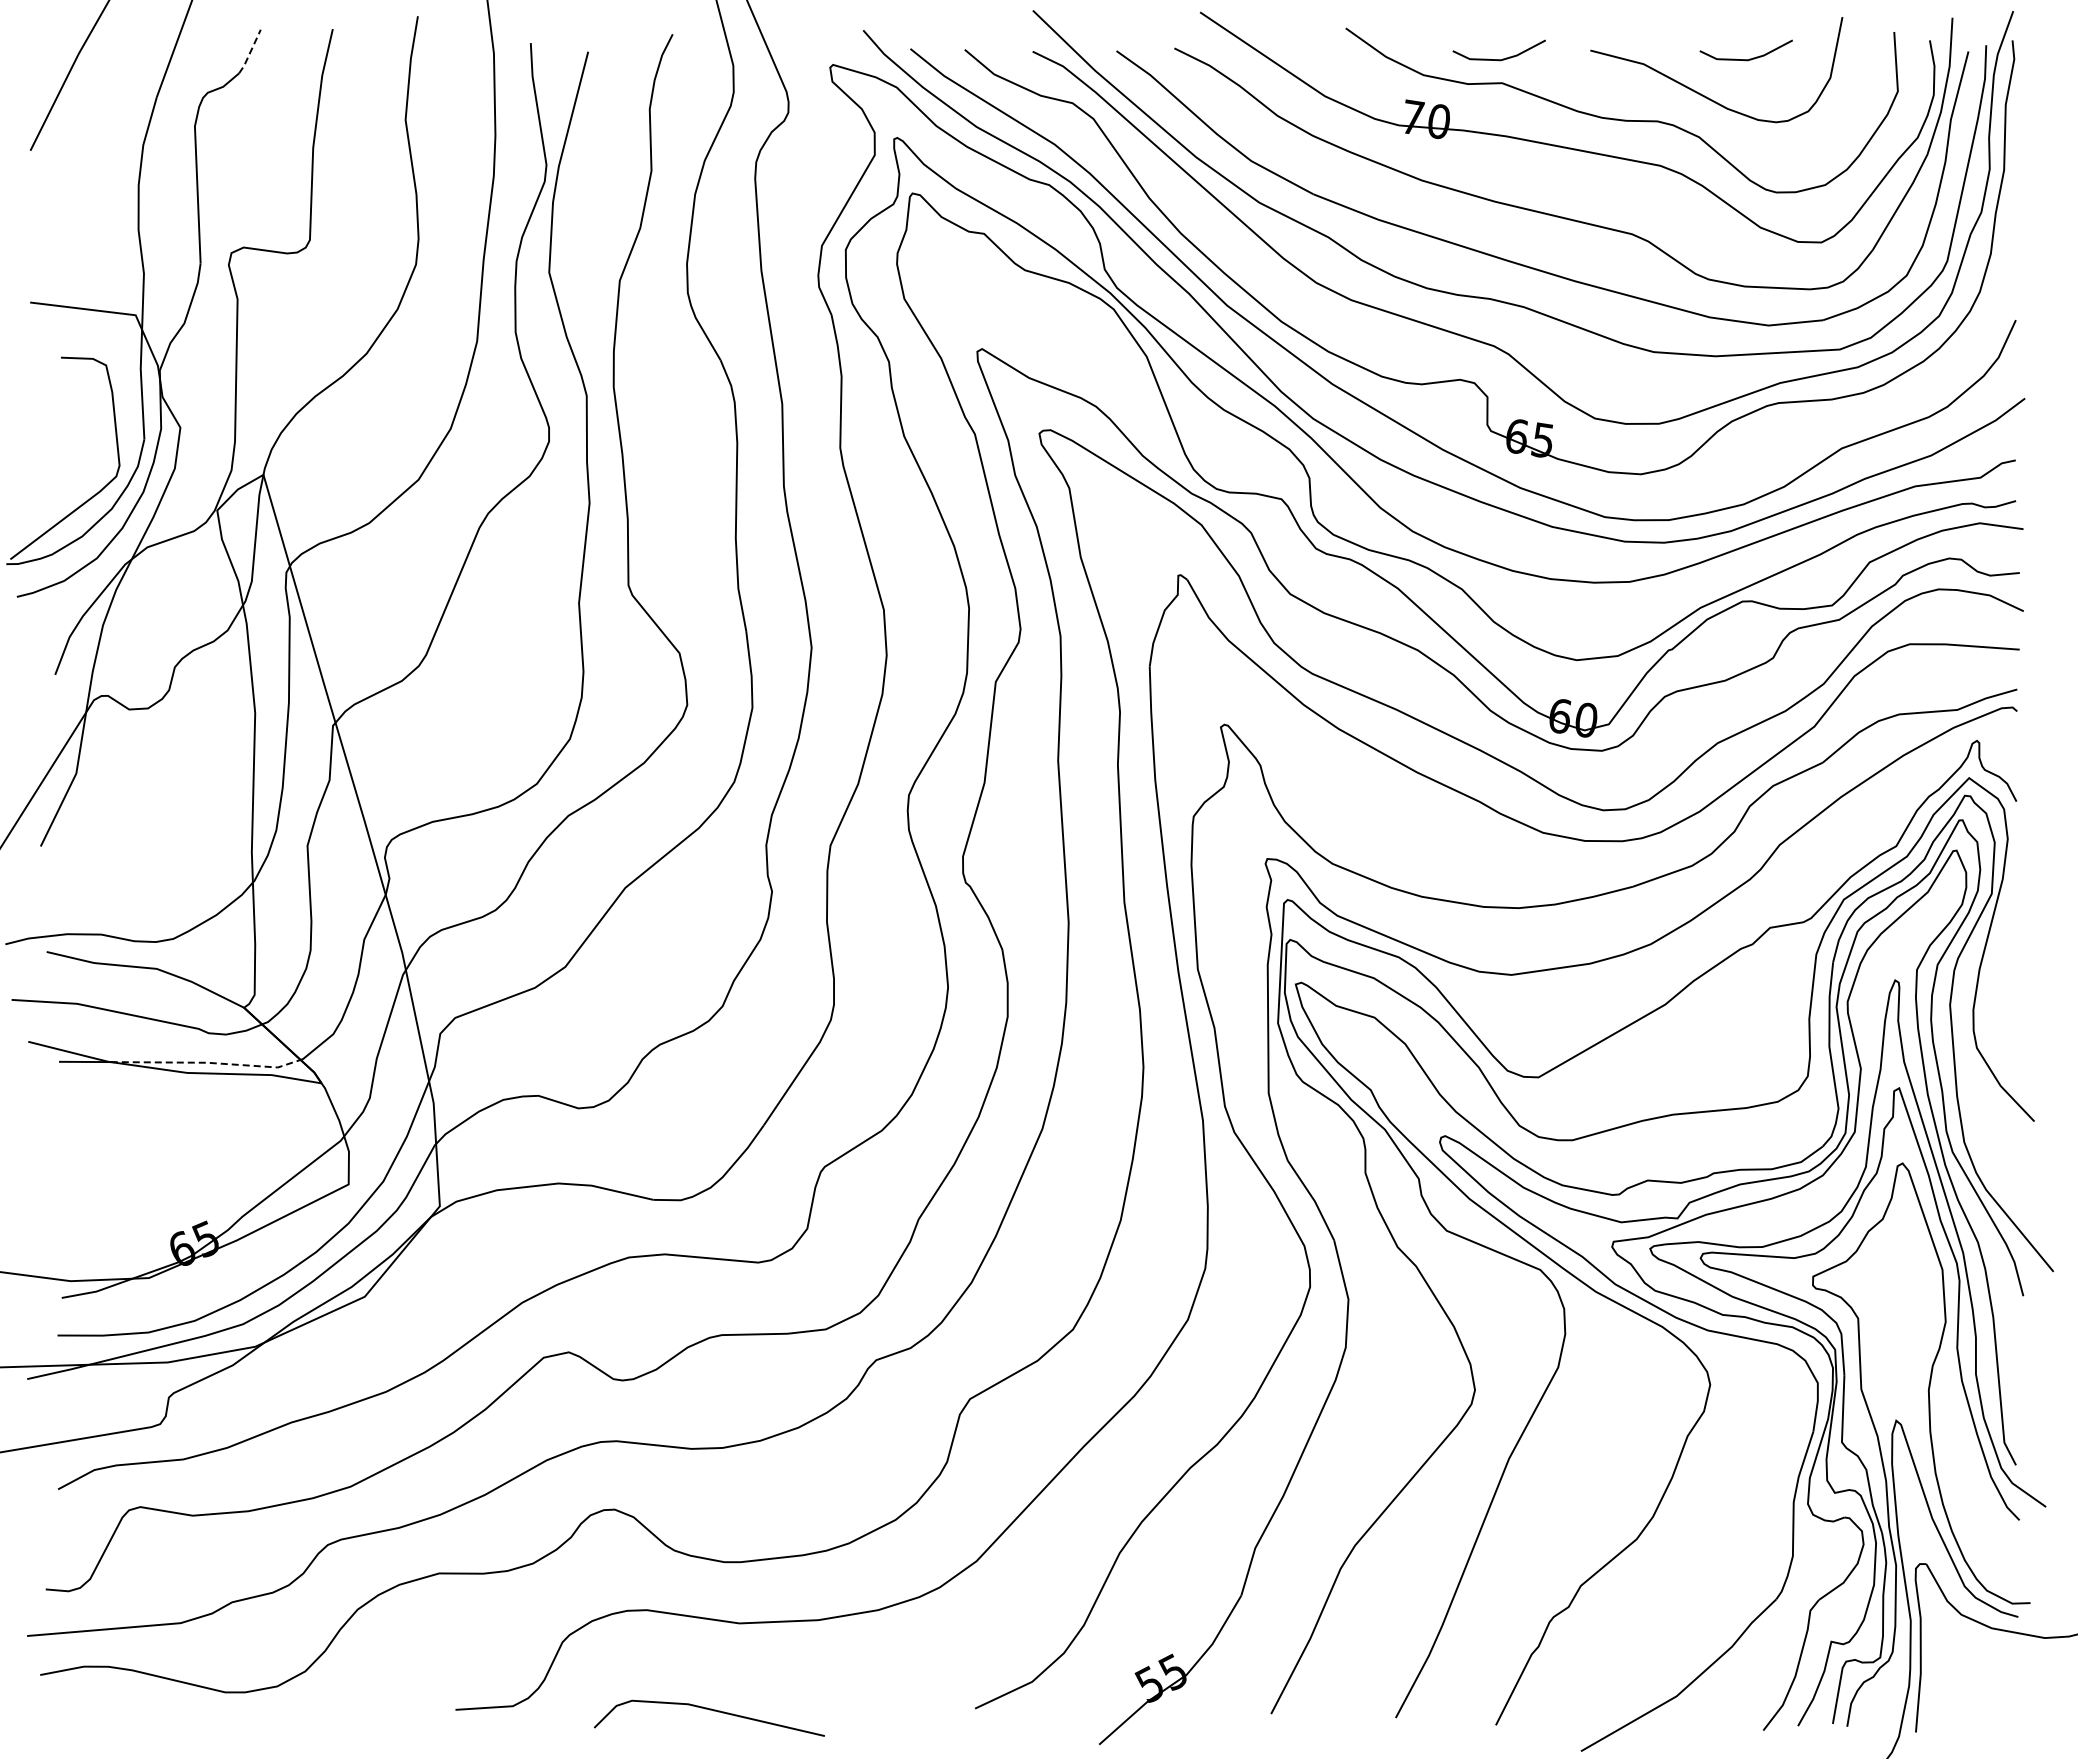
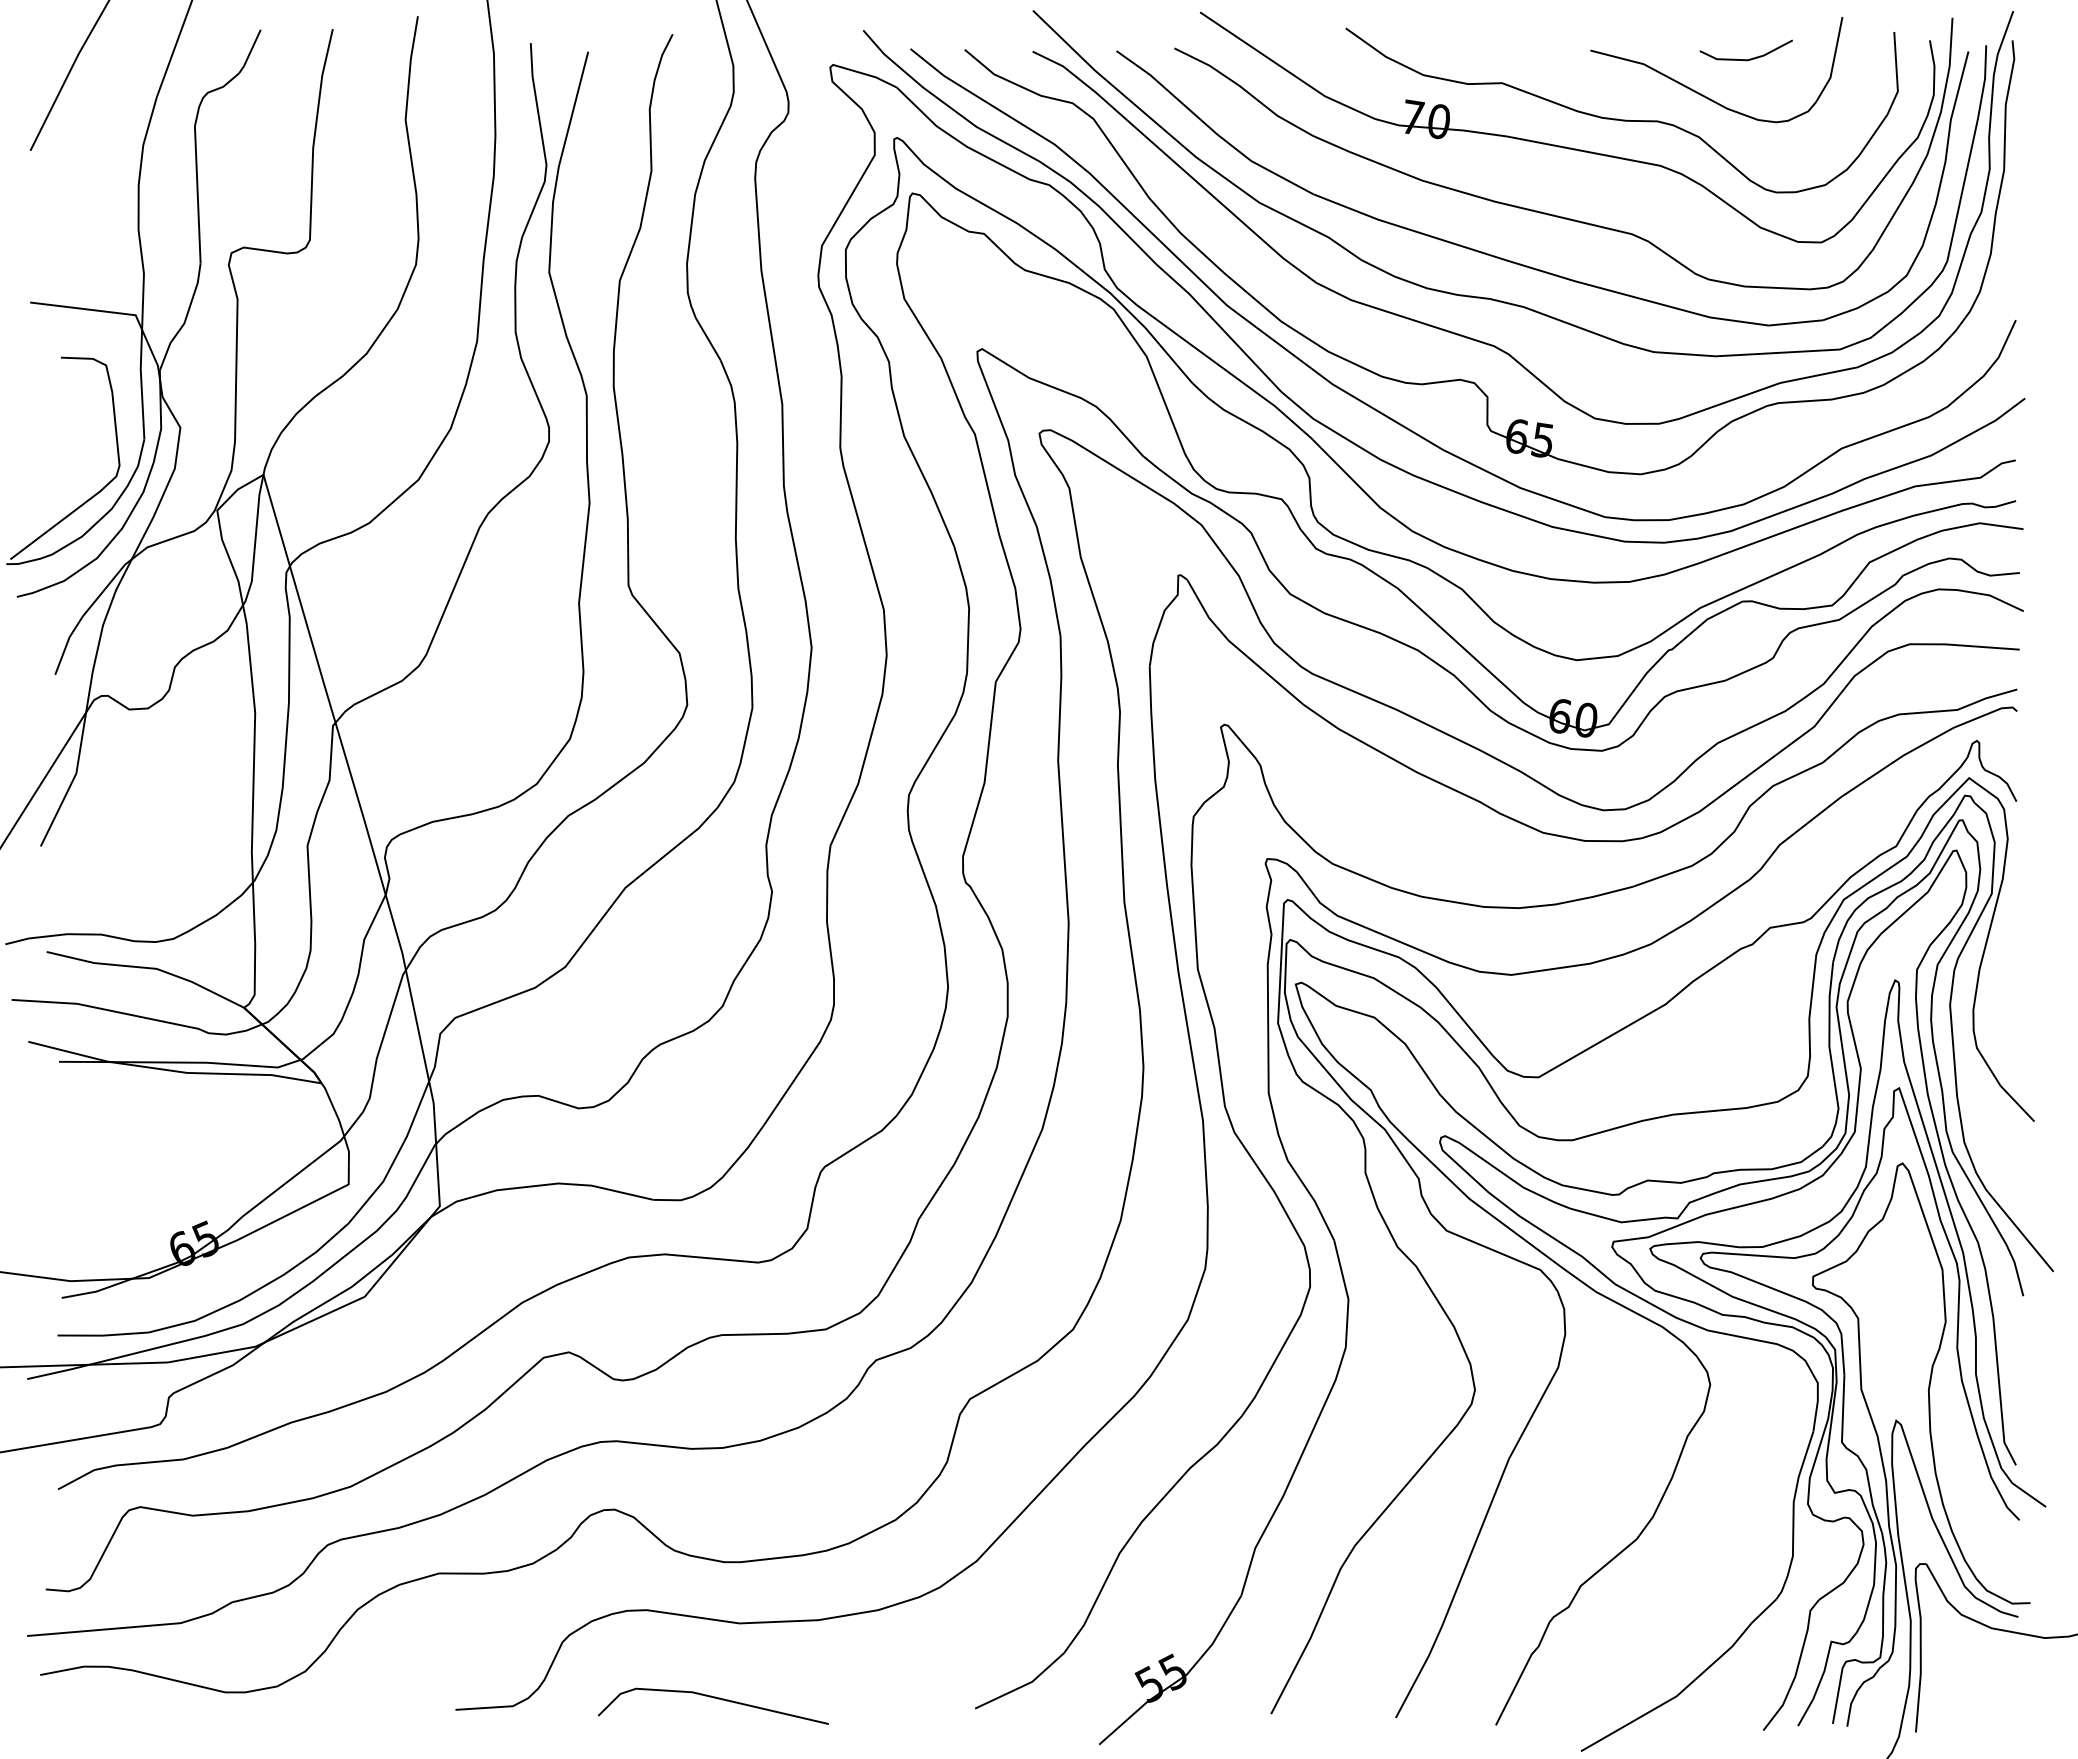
line at (250, 52): dashed -> solid
line at (1502, 58): present -> none
line at (207, 1062): dashed -> solid
line at (709, 1710) position: (709, 1710) -> (713, 1698)
